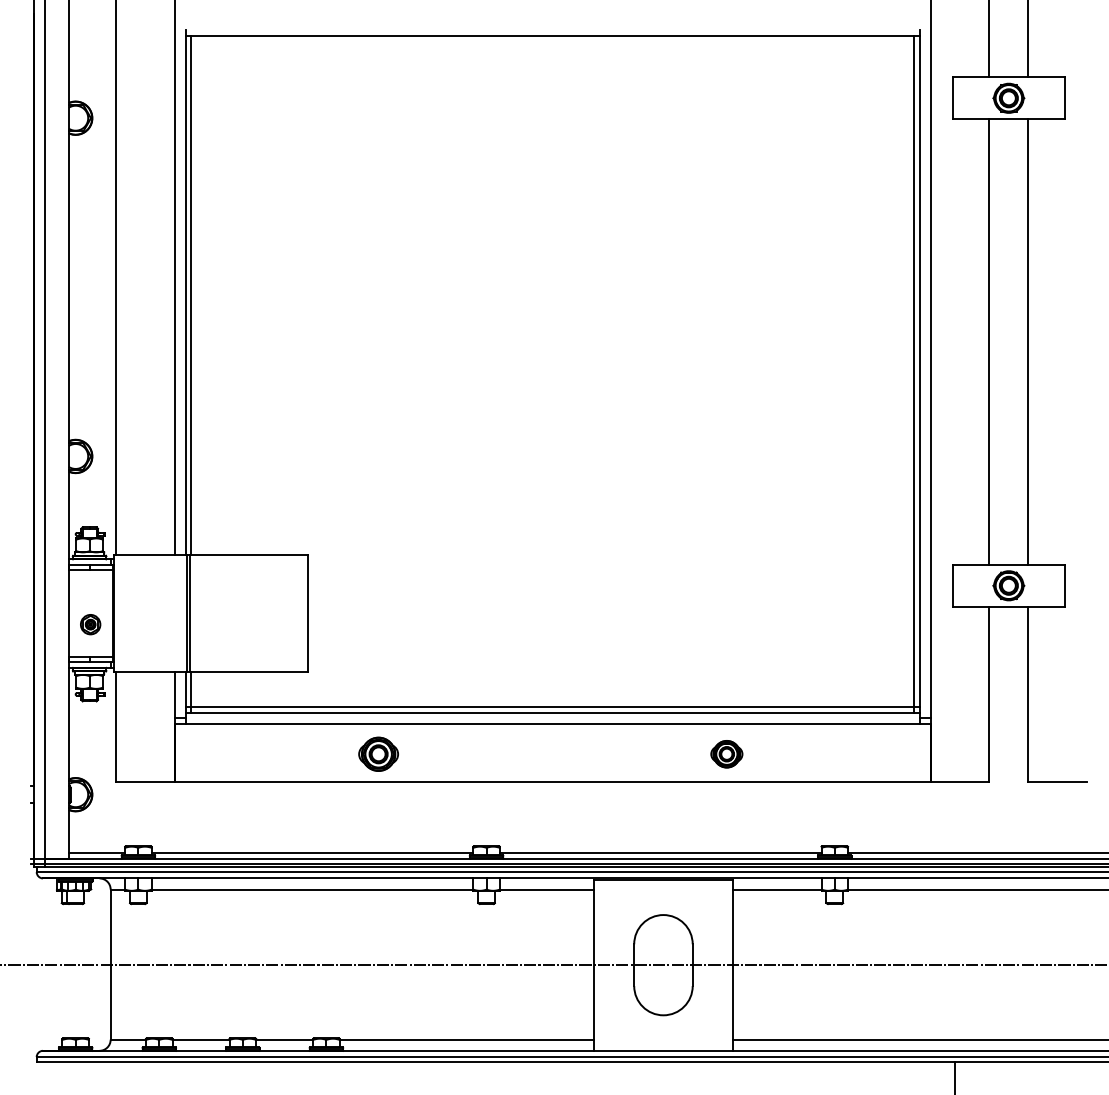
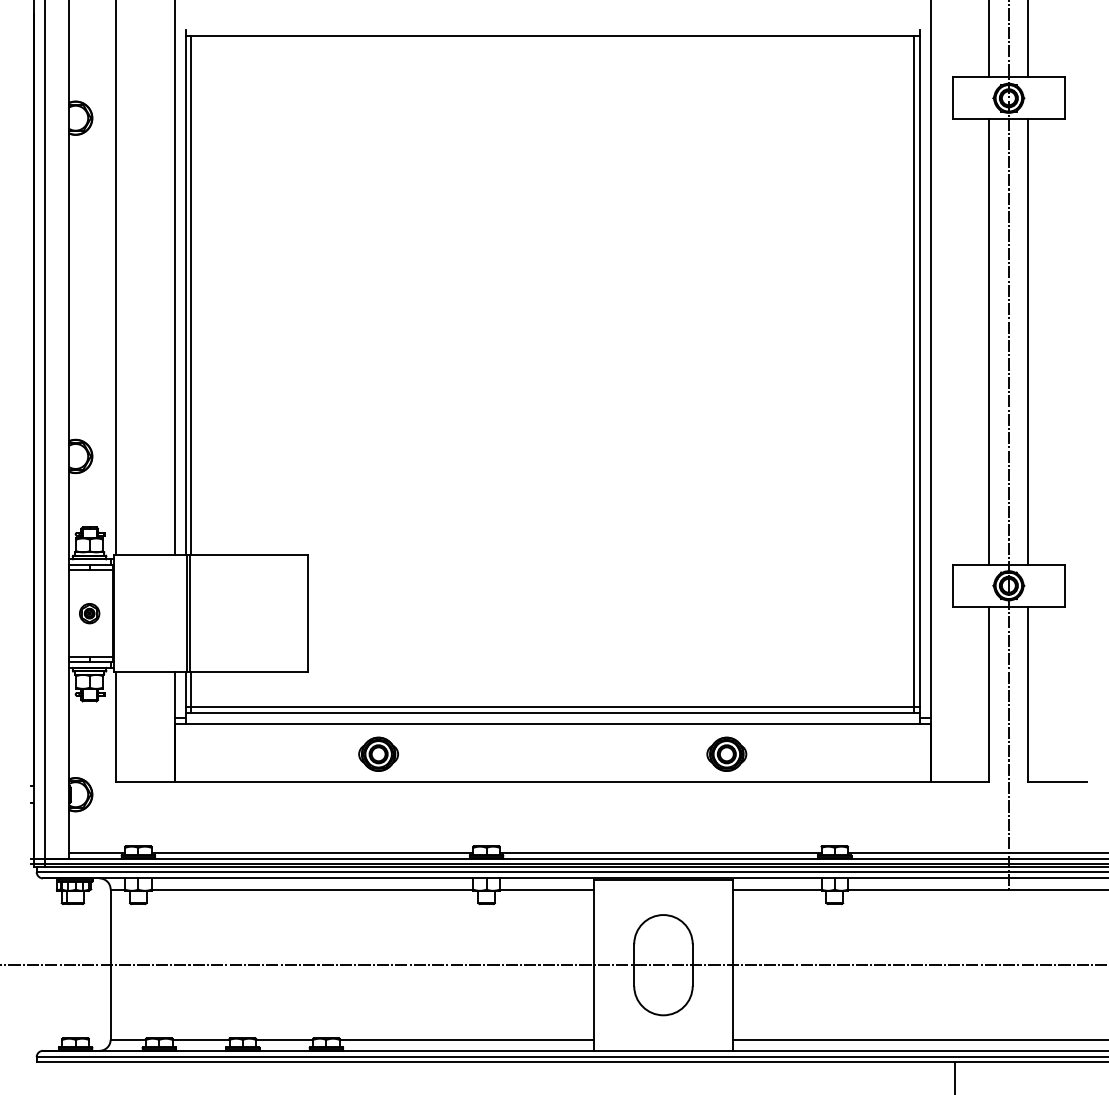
line at (1009, 445): none -> present
part at (90, 624) position: (90, 624) -> (89, 613)
part at (726, 754) size: 34x29 px -> 42x36 px
